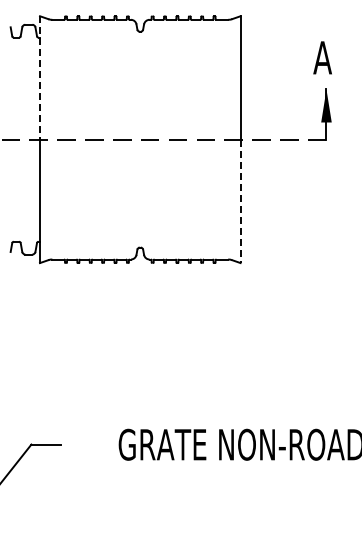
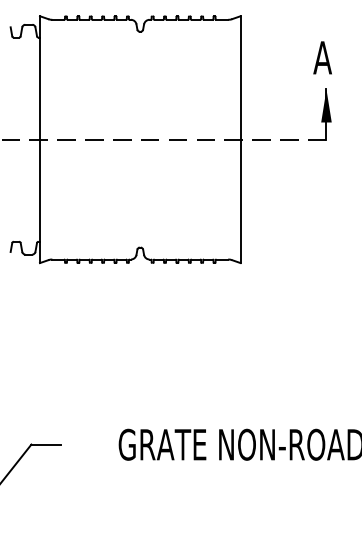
line at (40, 77): dashed -> solid
line at (240, 201): dashed -> solid
